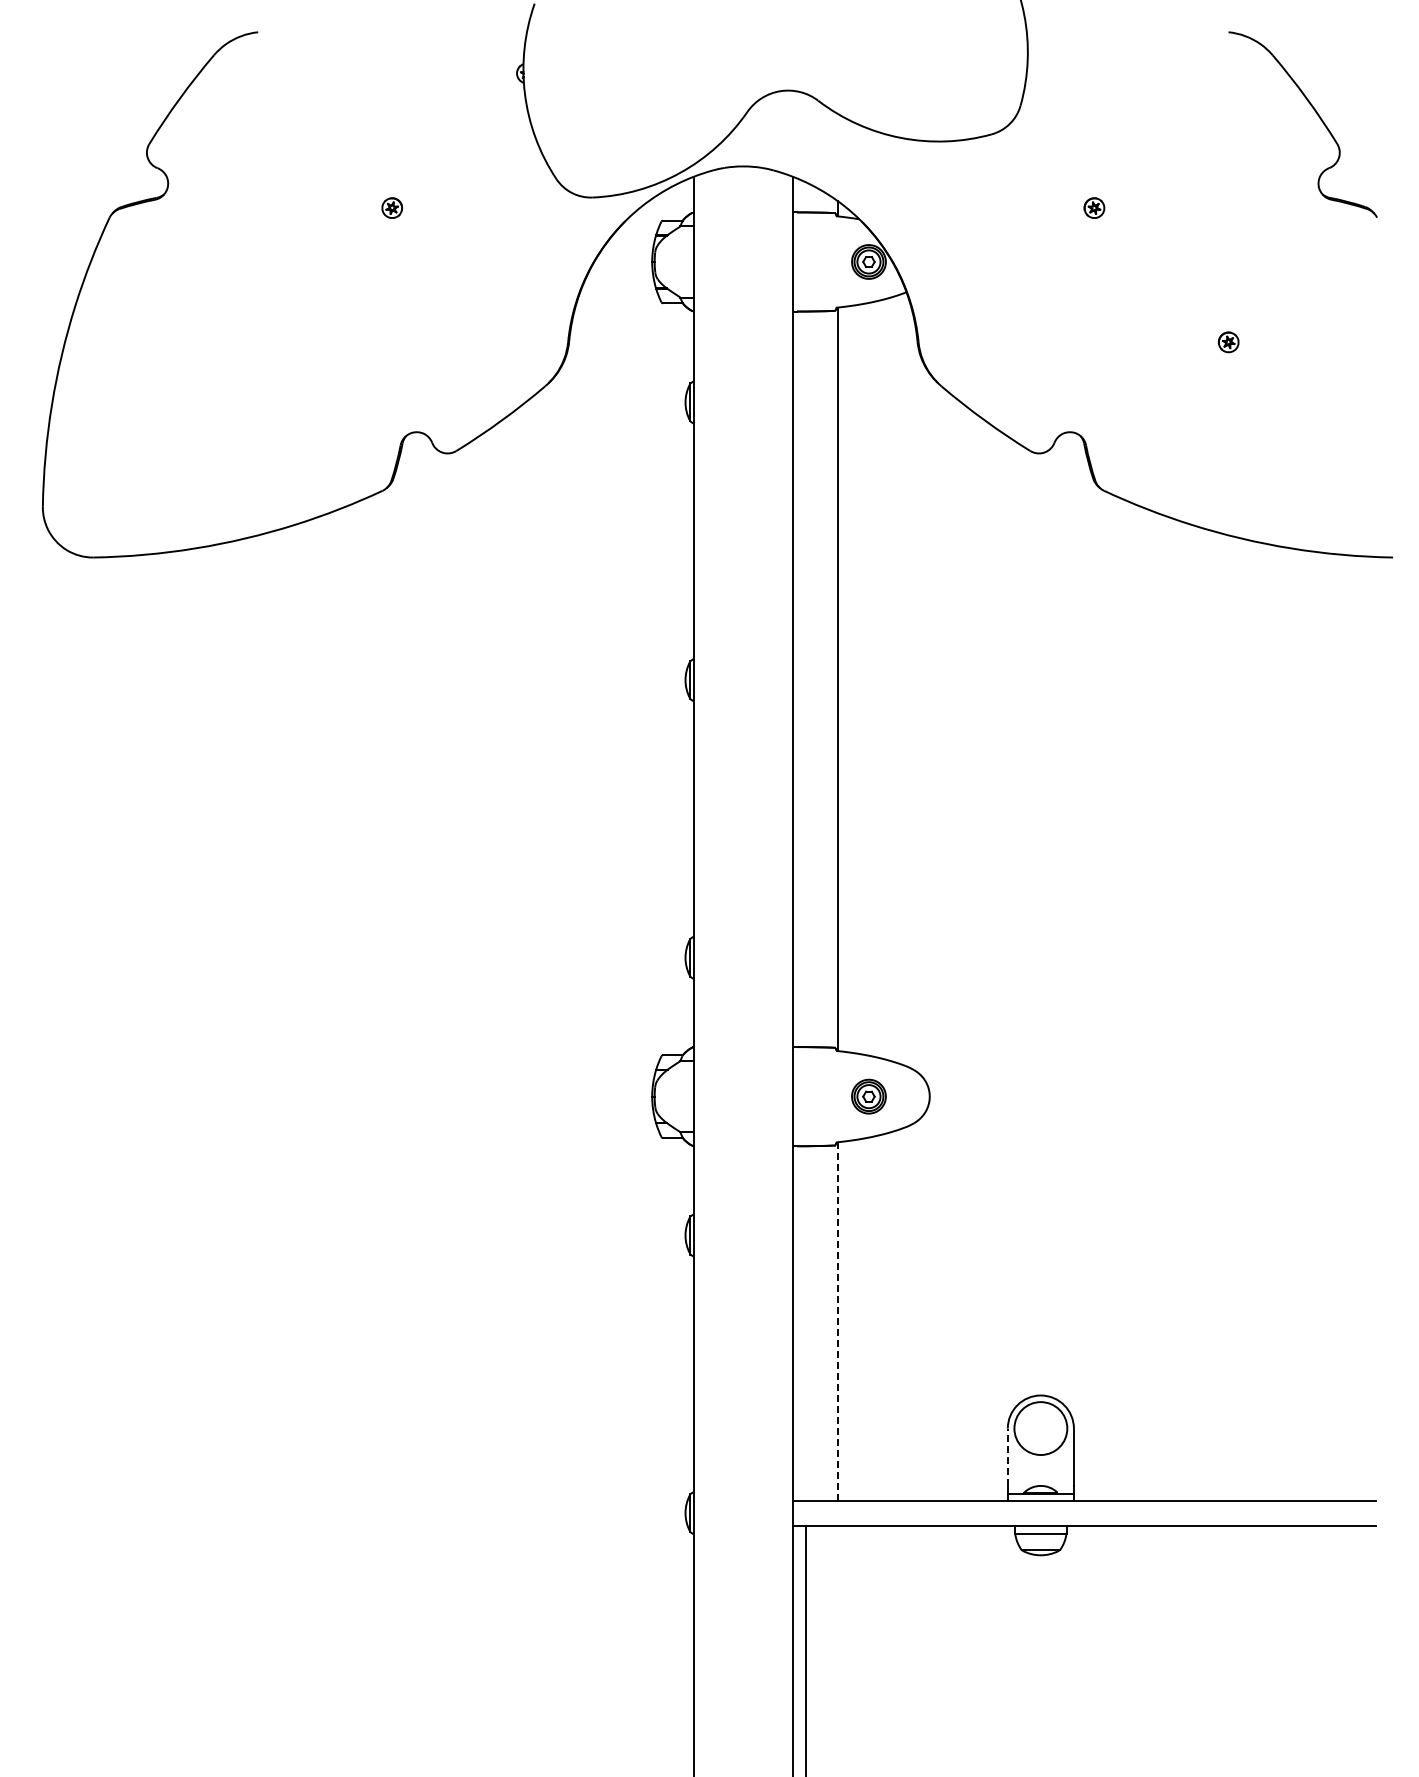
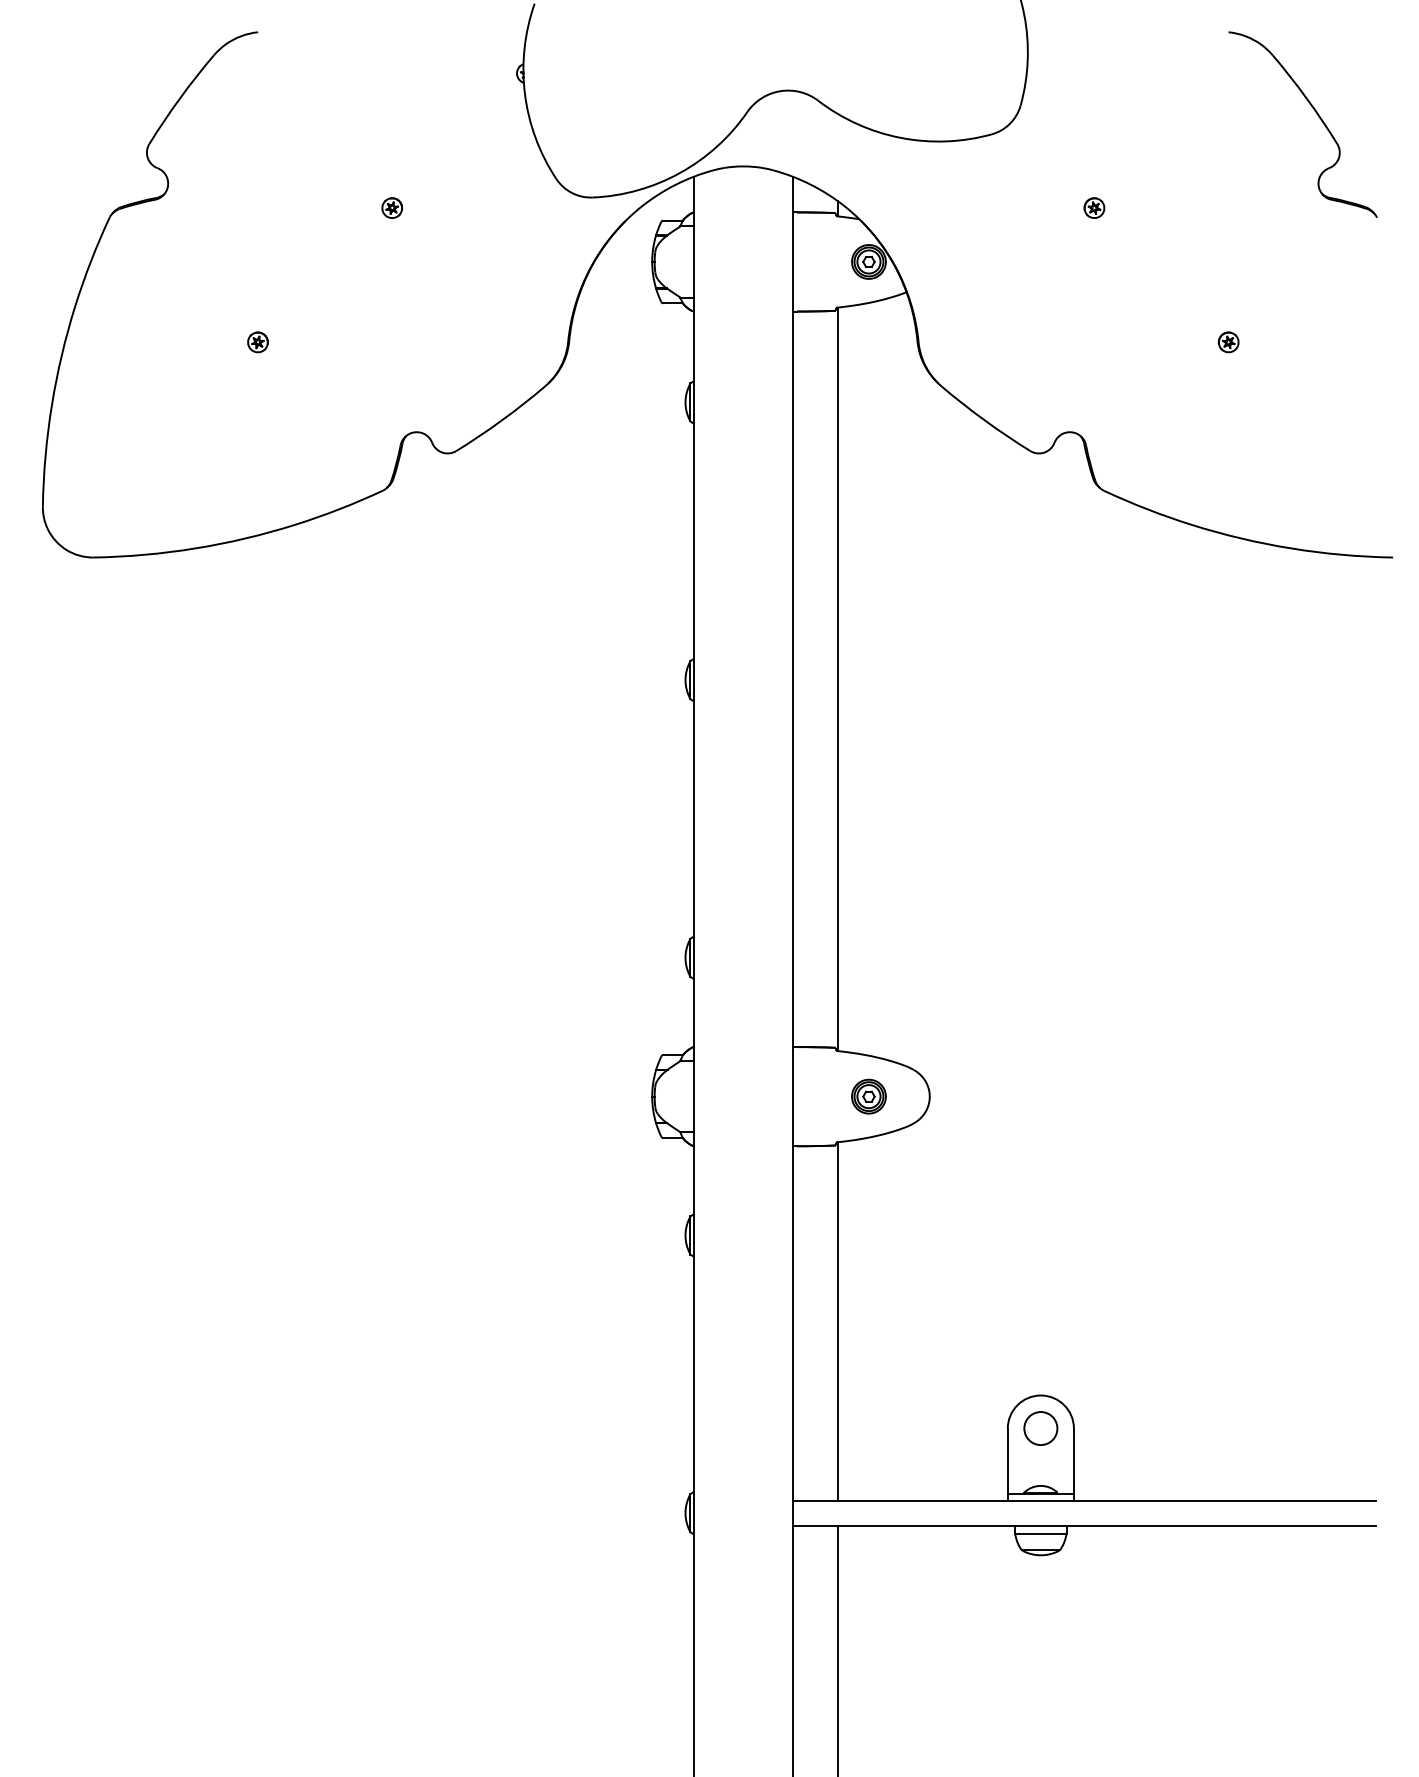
part at (257, 342): none -> present
line at (837, 1322): dashed -> solid
circle at (1040, 1428) diameter: 53 px -> 33 px
line at (1007, 1457): dashed -> solid
line at (805, 1649) position: (805, 1649) -> (837, 1649)
